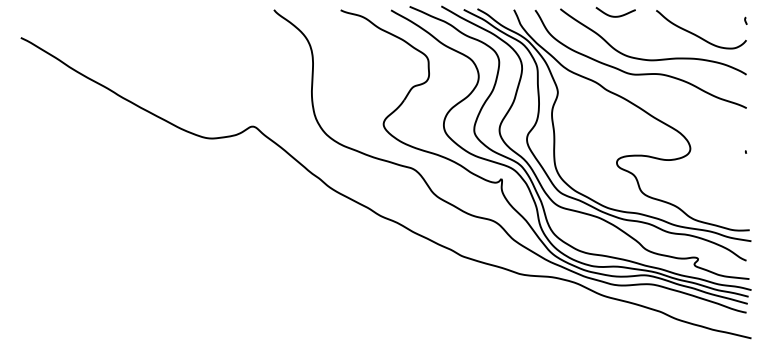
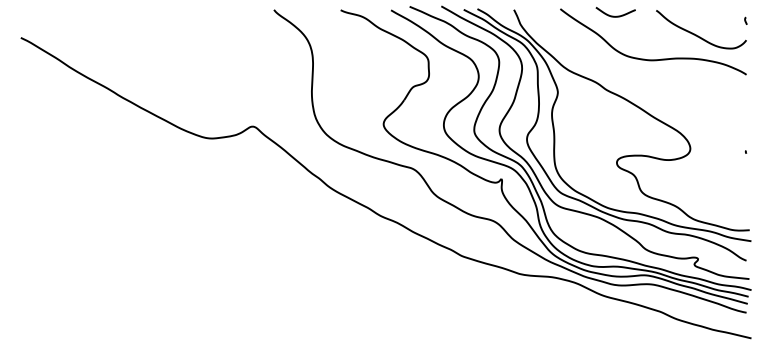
curve at (640, 73): present -> none
